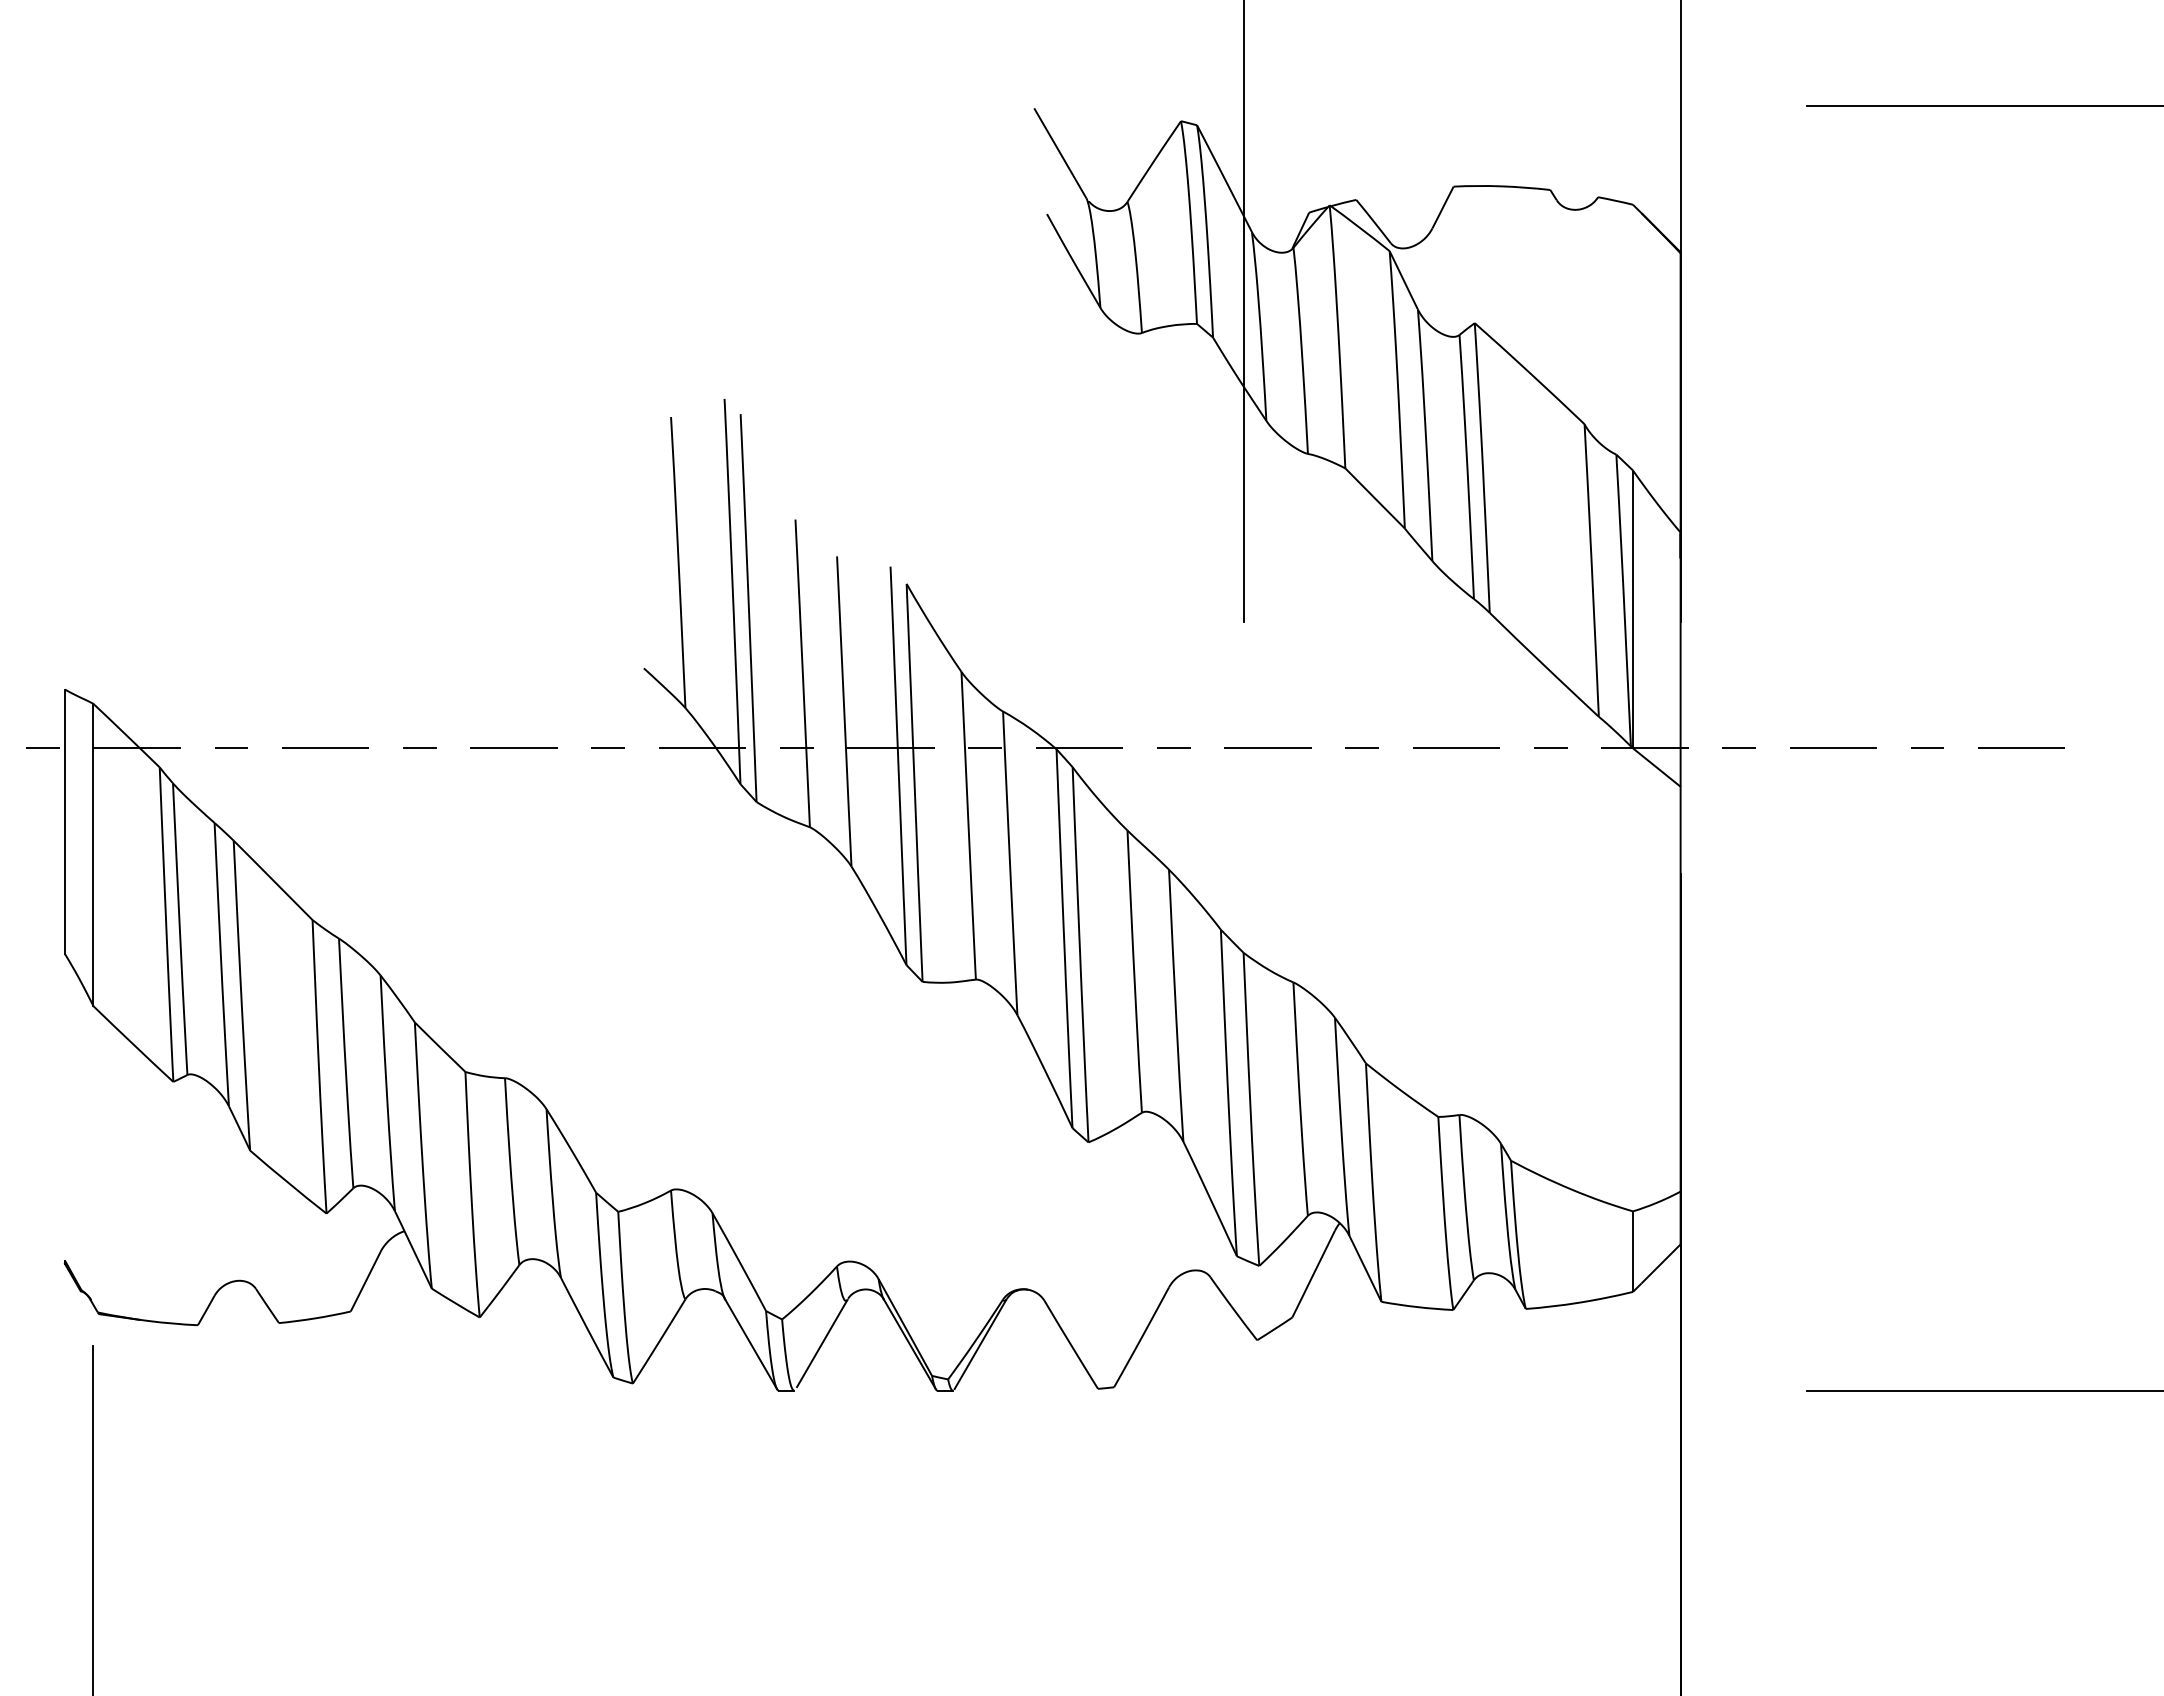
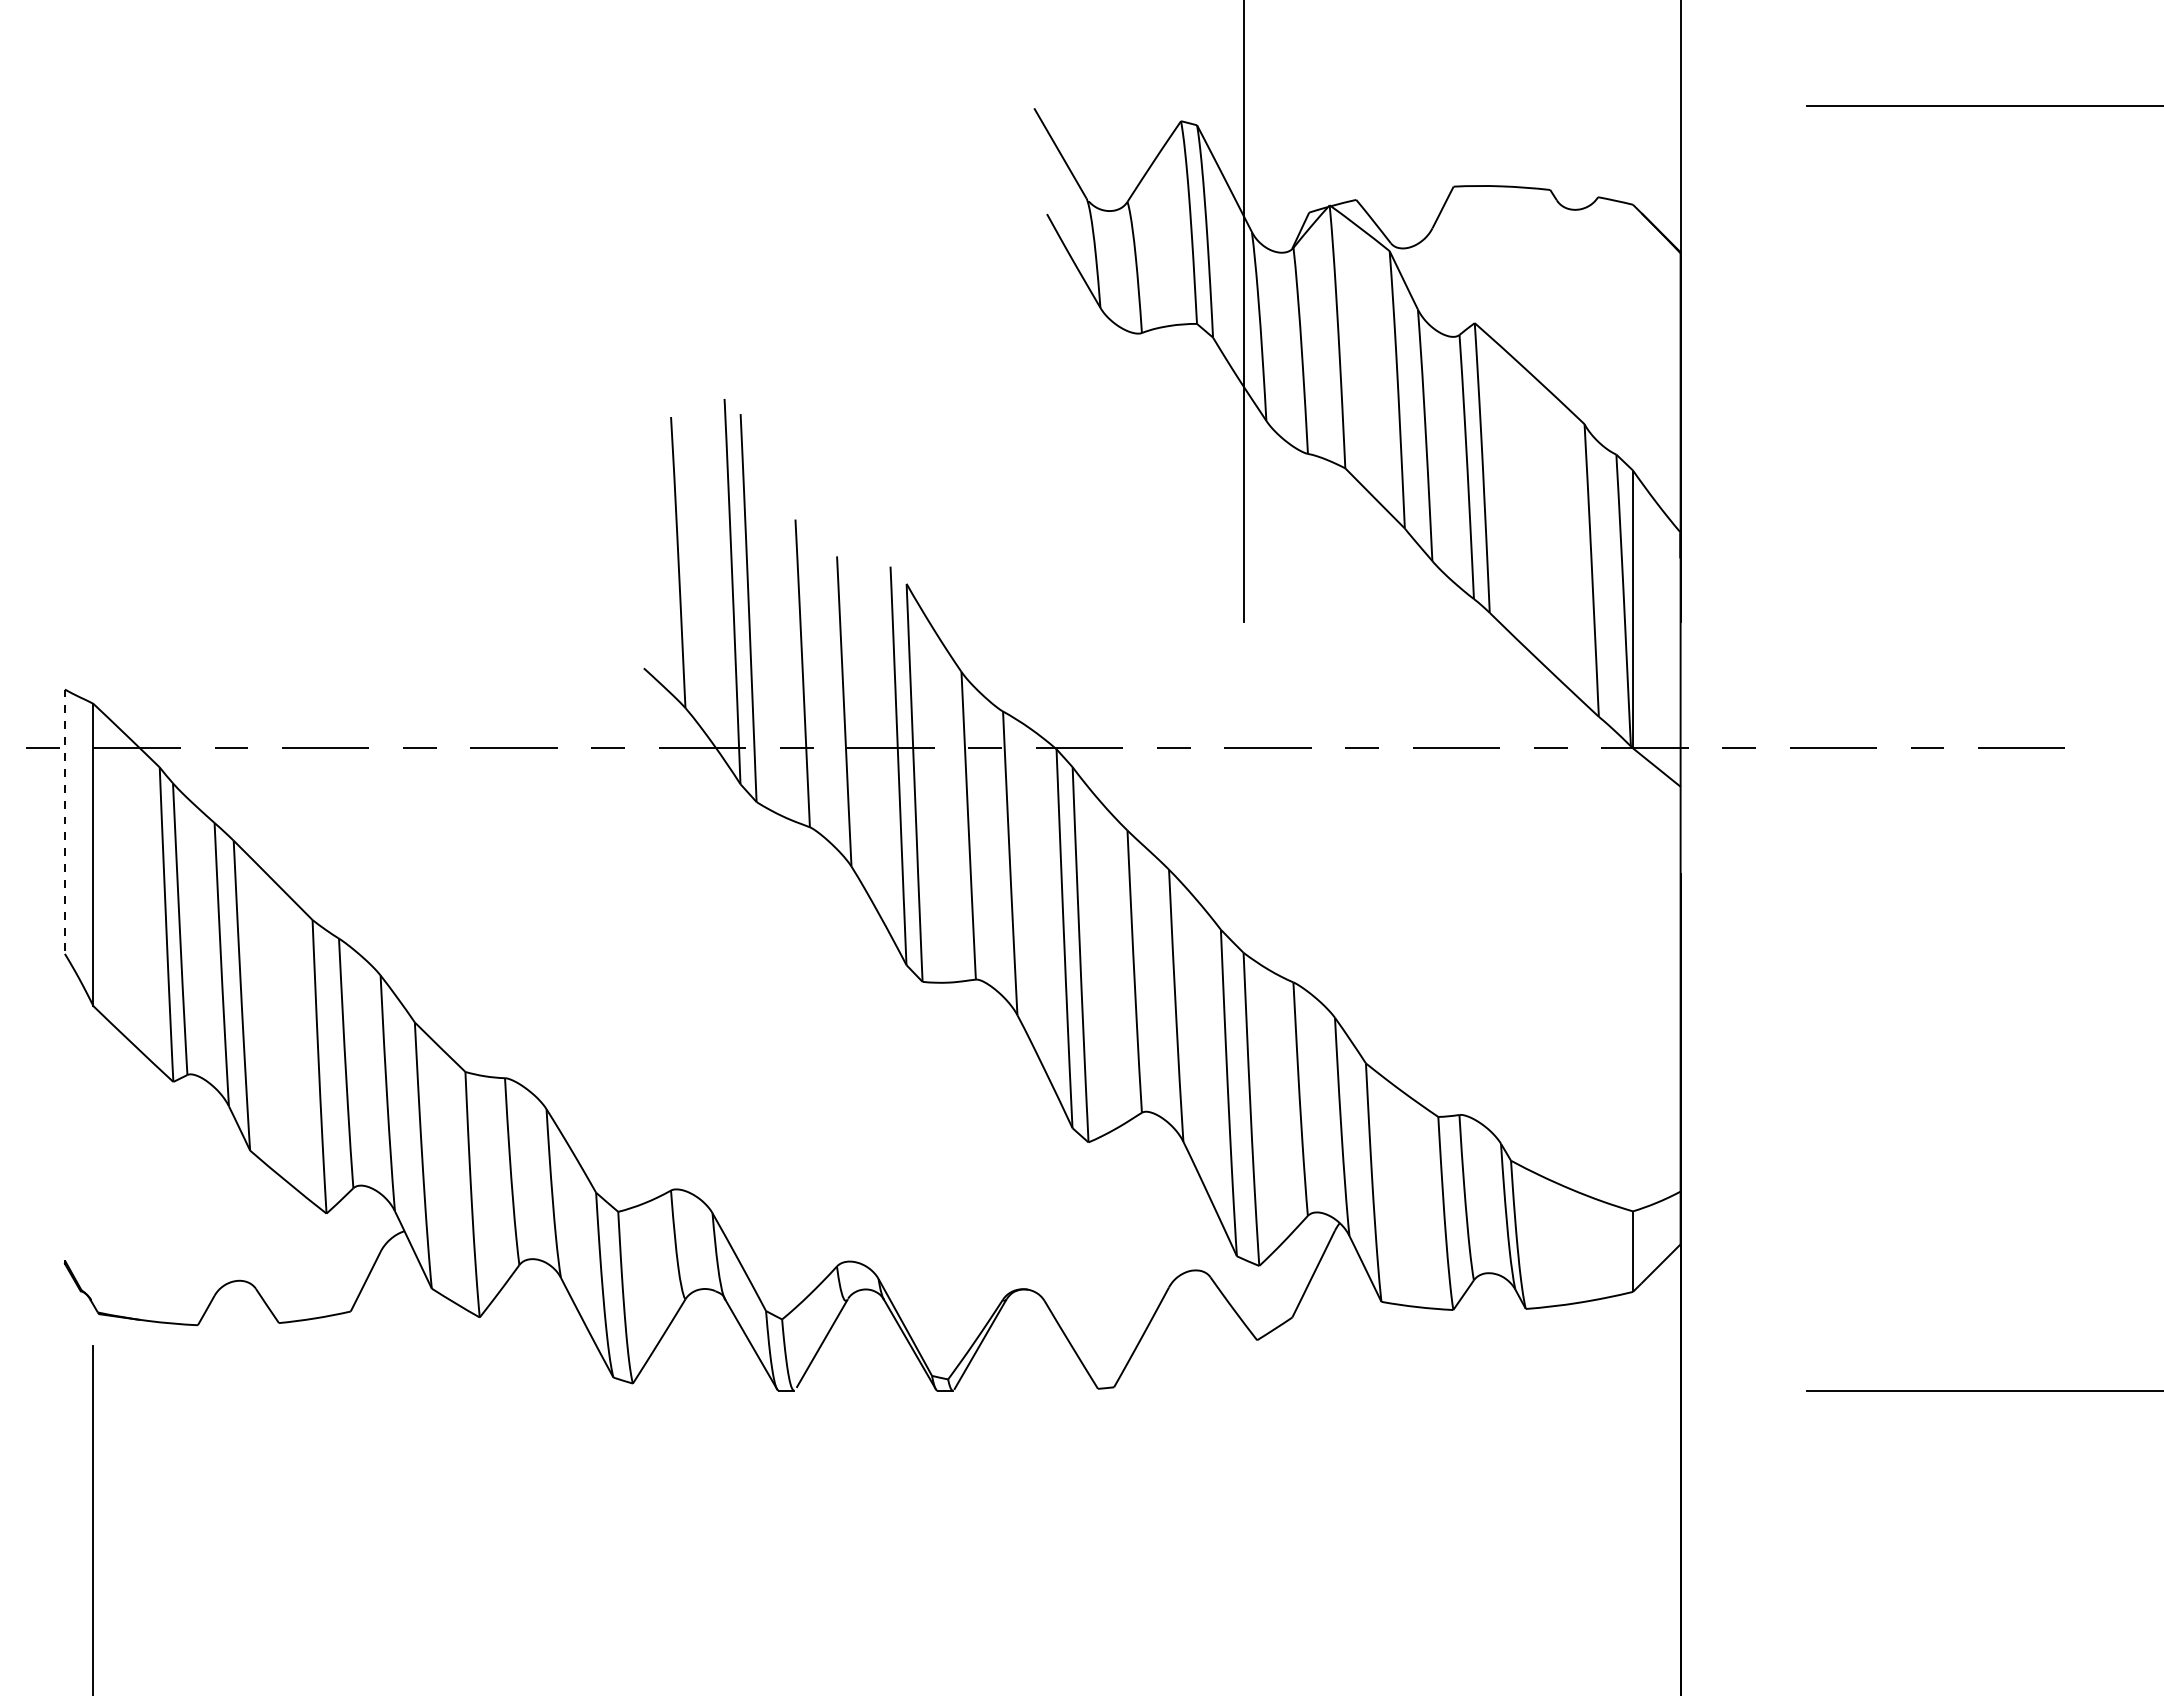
line at (64, 822): solid -> dashed
